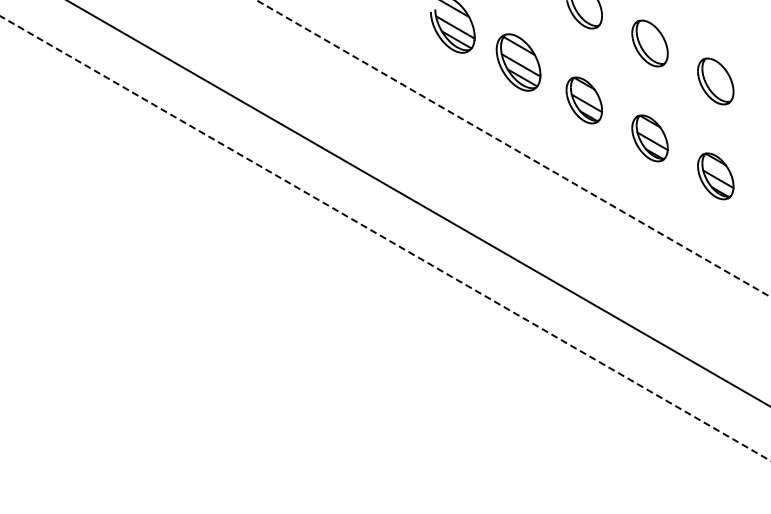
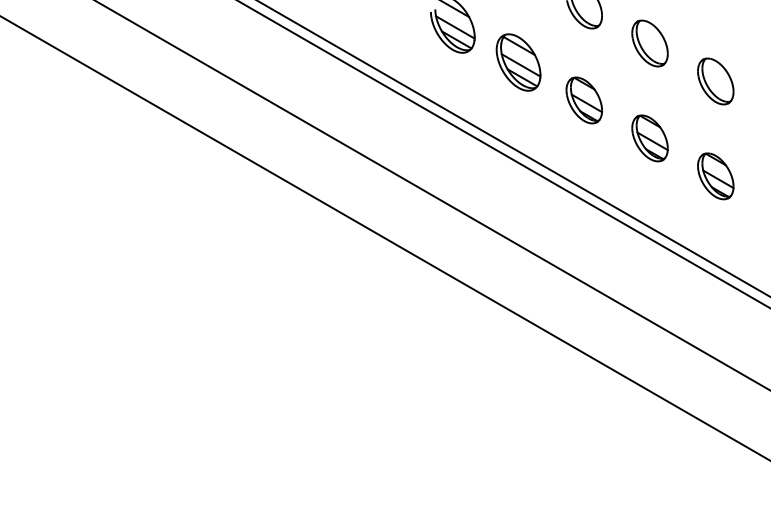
line at (513, 148): dashed -> solid
line at (503, 154): none -> present
line at (418, 203) position: (418, 203) -> (432, 195)
line at (386, 238): dashed -> solid
